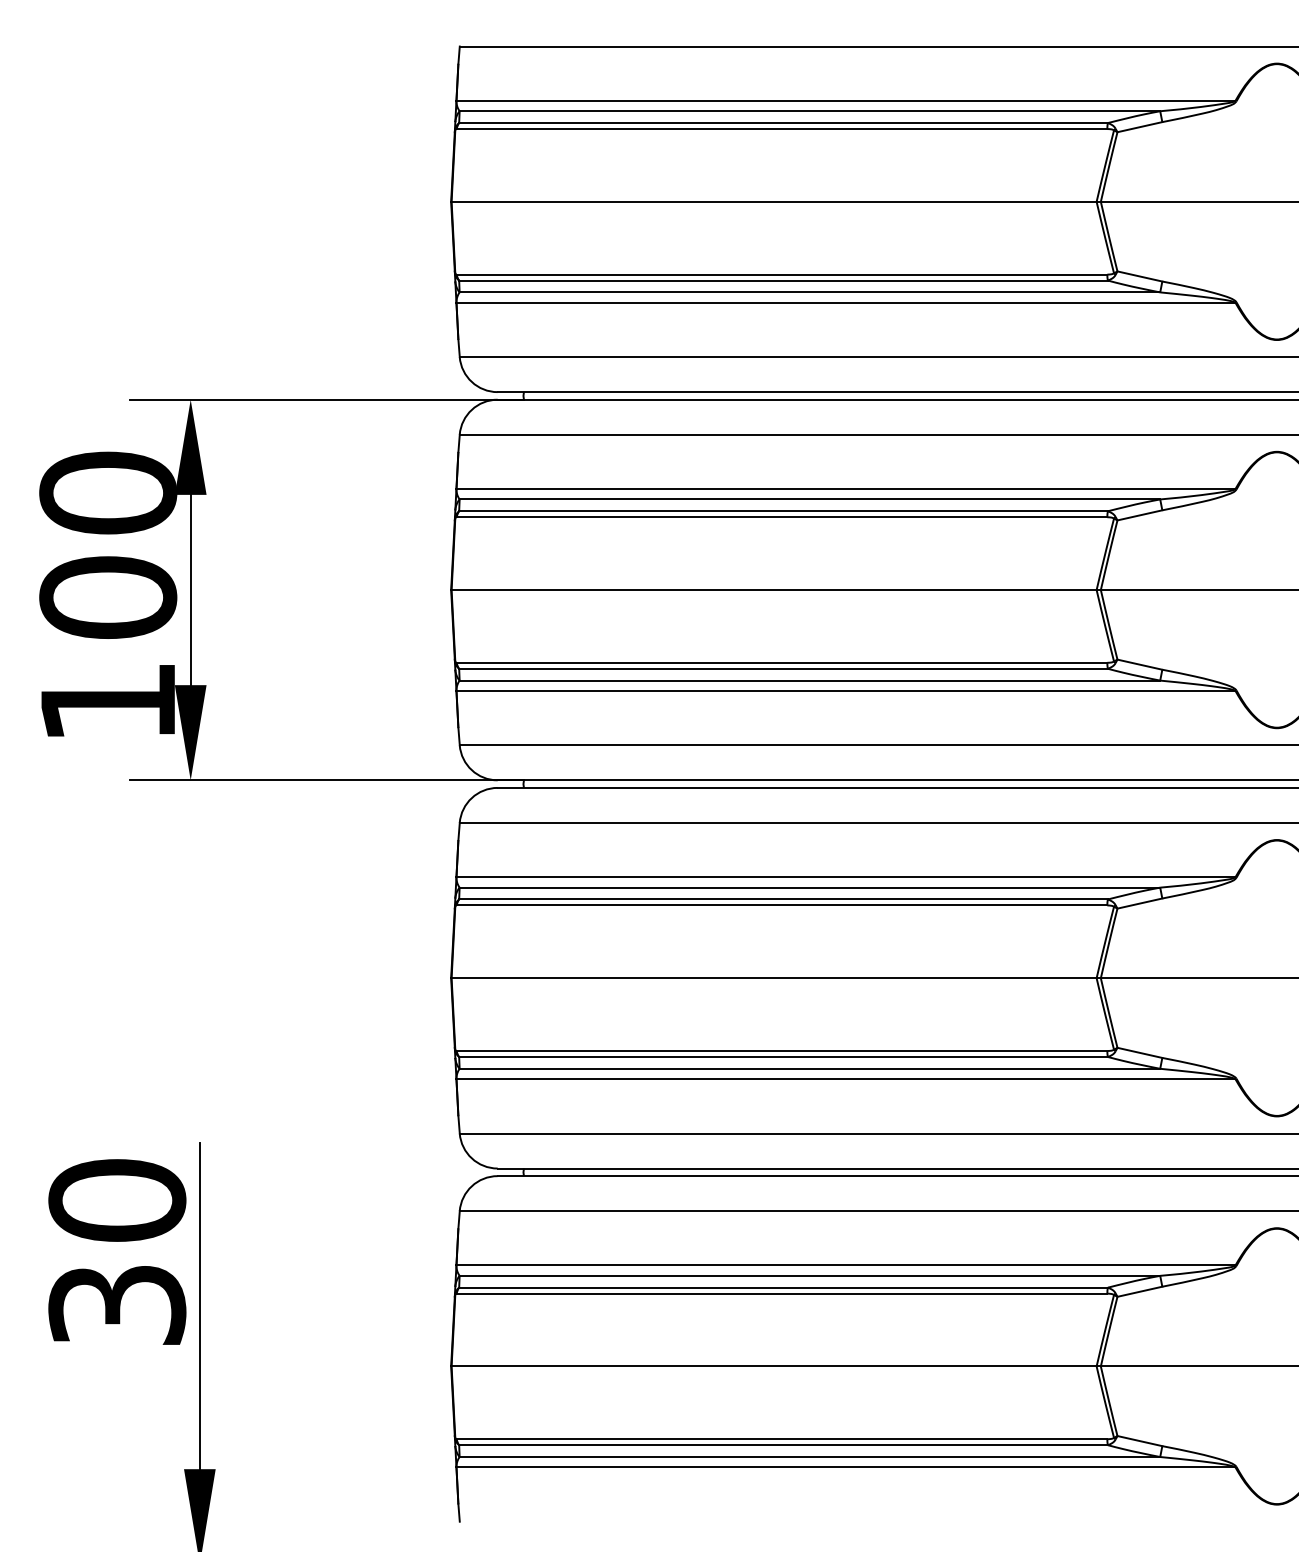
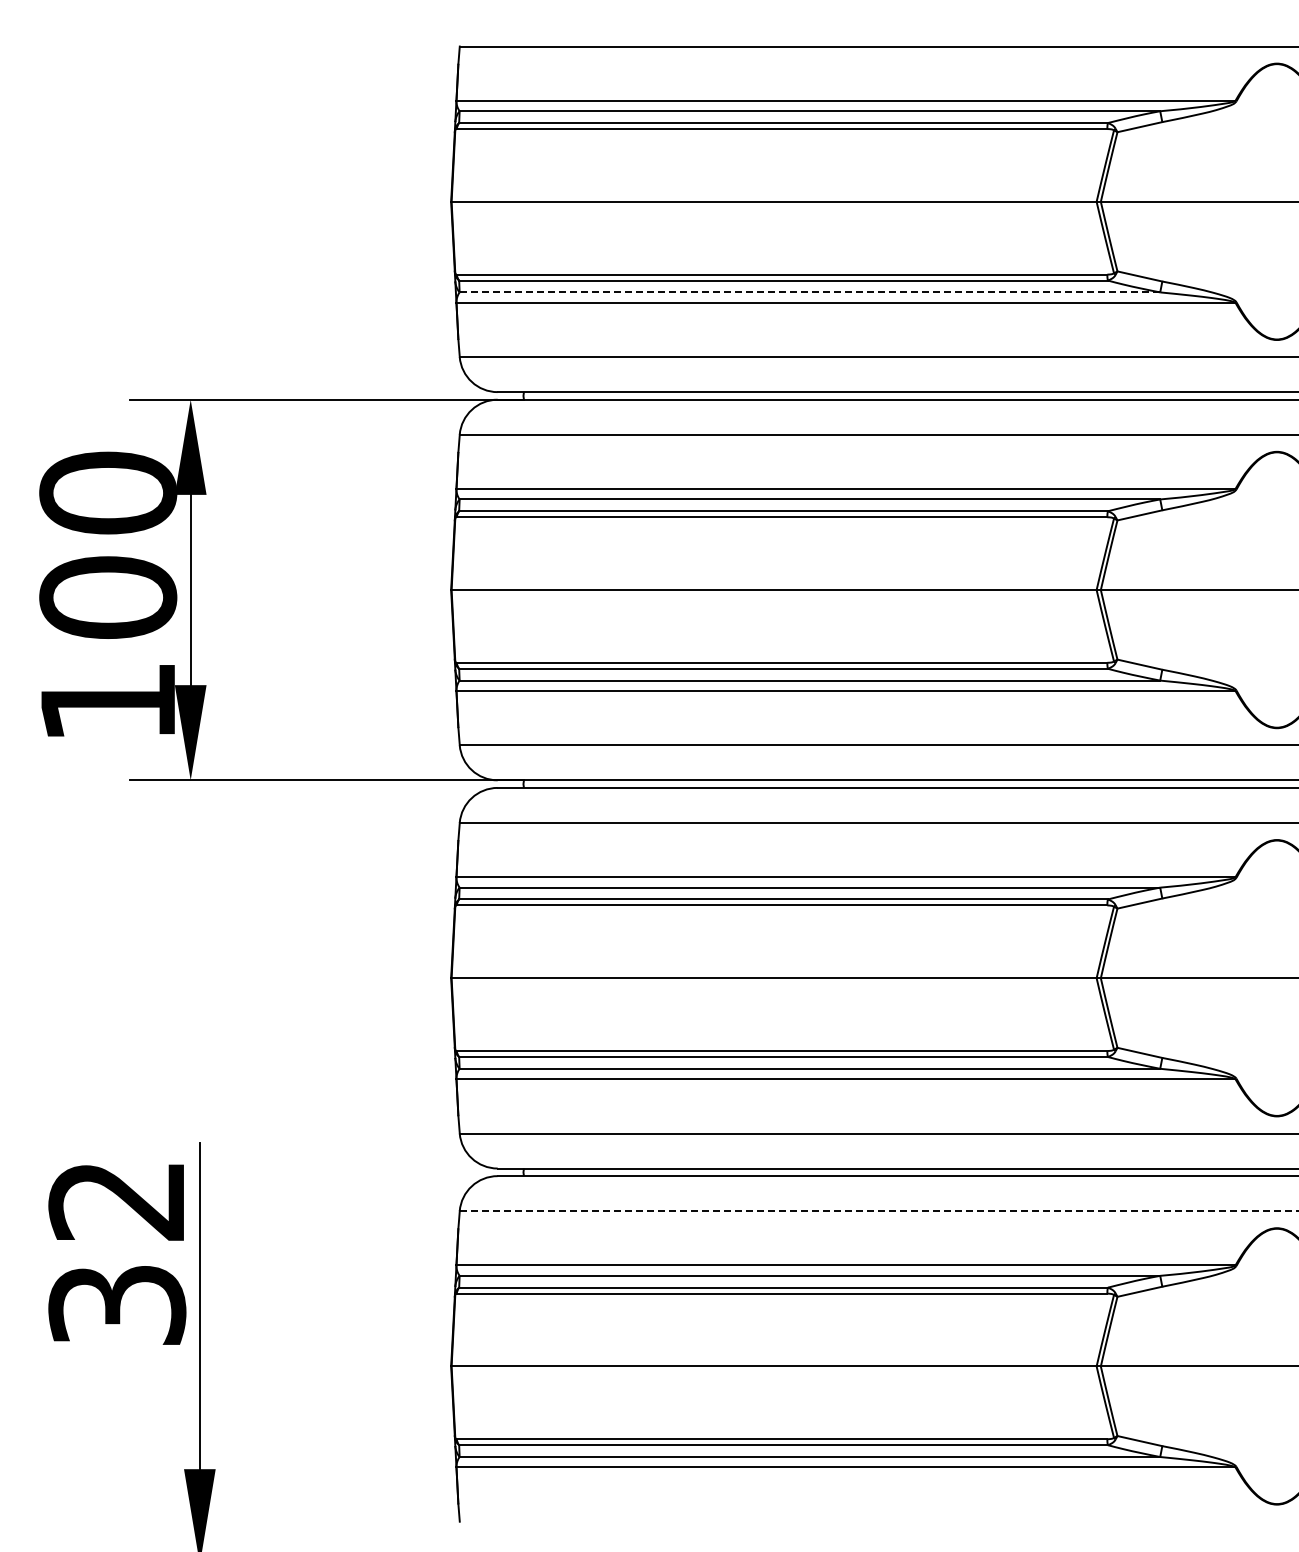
line at (810, 292): solid -> dashed
text at (117, 1200): 30 -> 32
line at (878, 1211): solid -> dashed
